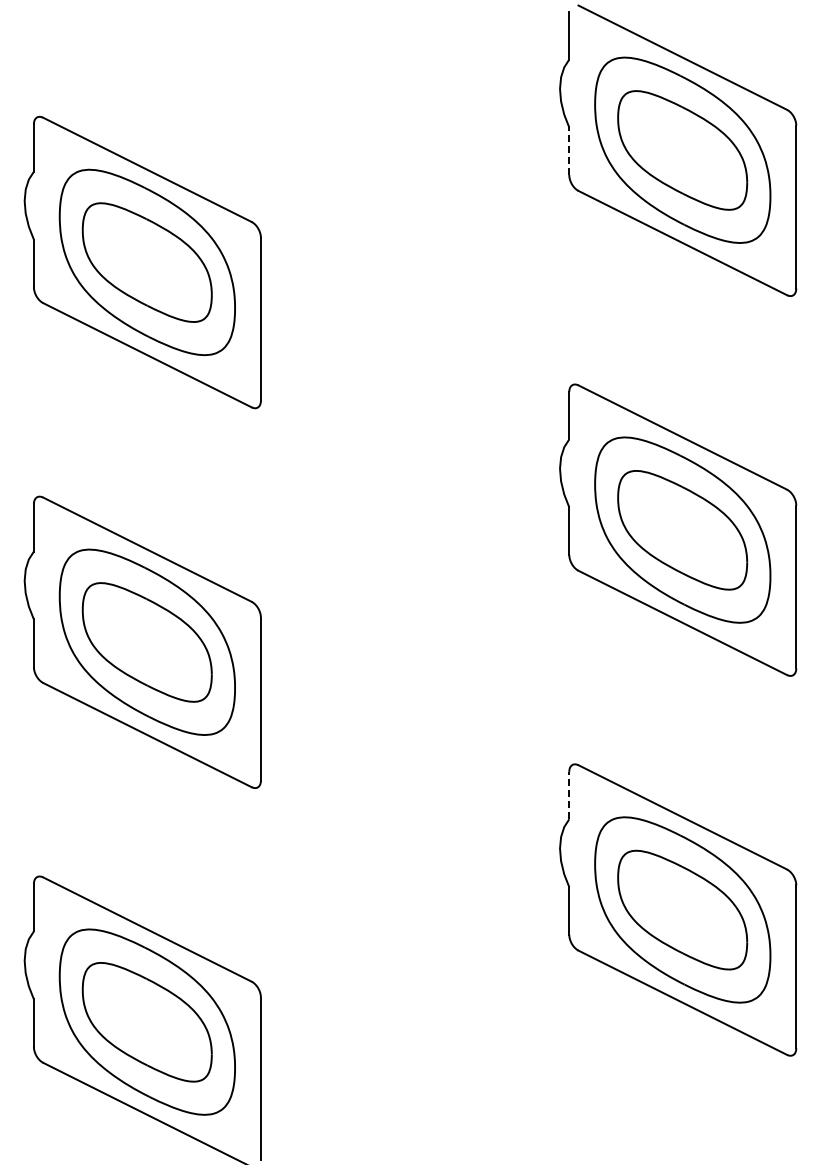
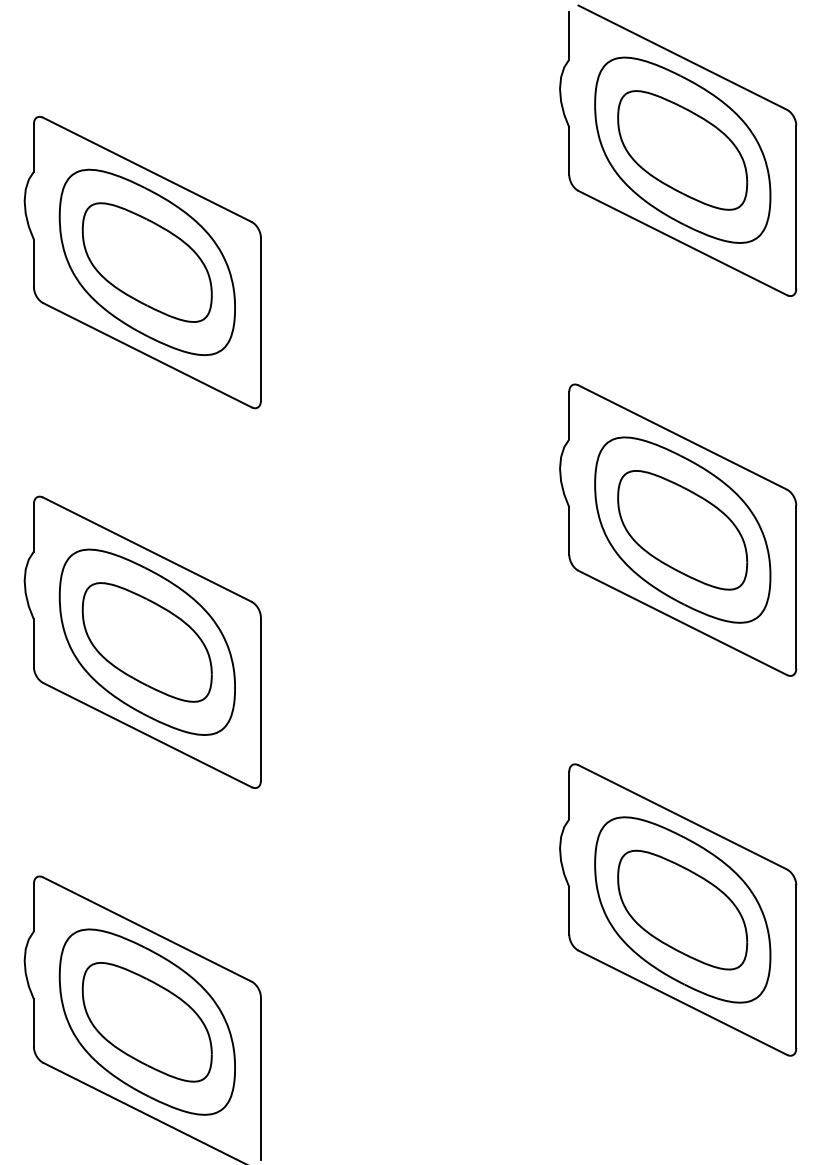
line at (569, 151): dashed -> solid
line at (569, 795): dashed -> solid
